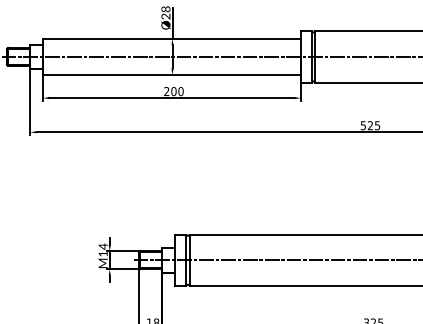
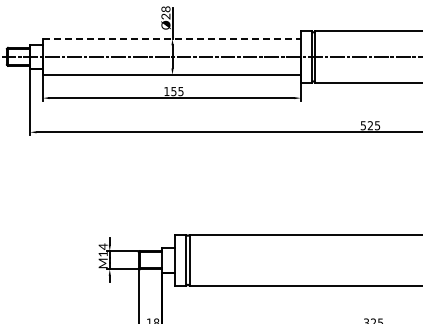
line at (171, 38): solid -> dashed
text at (173, 91): 200 -> 155
line at (276, 260): present -> none
